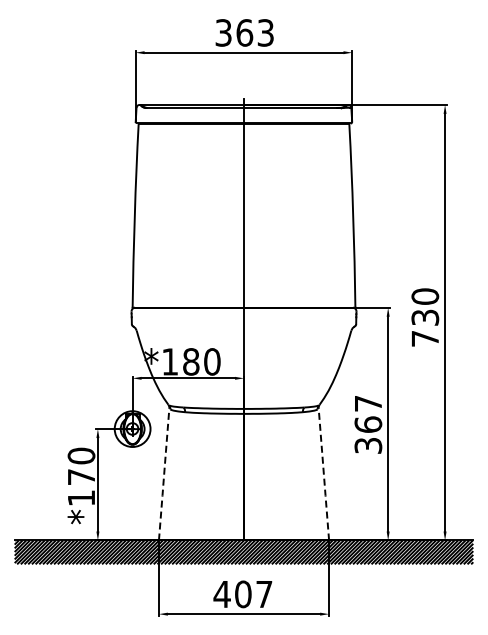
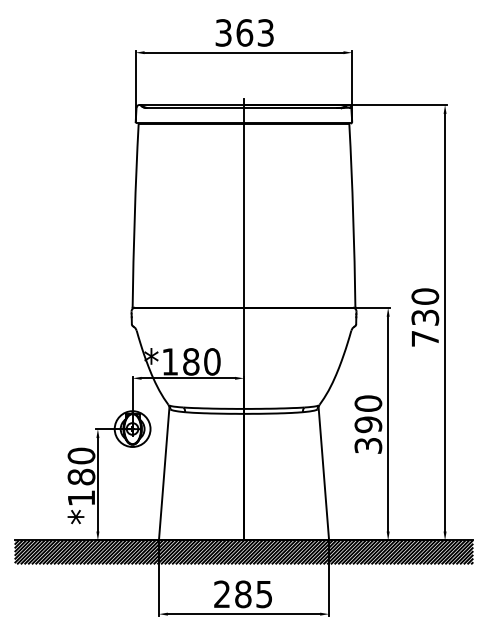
text at (368, 414): 367 -> 390
line at (164, 473): dashed -> solid
line at (323, 473): dashed -> solid
text at (81, 476): *170 -> *180
text at (242, 594): 407 -> 285
